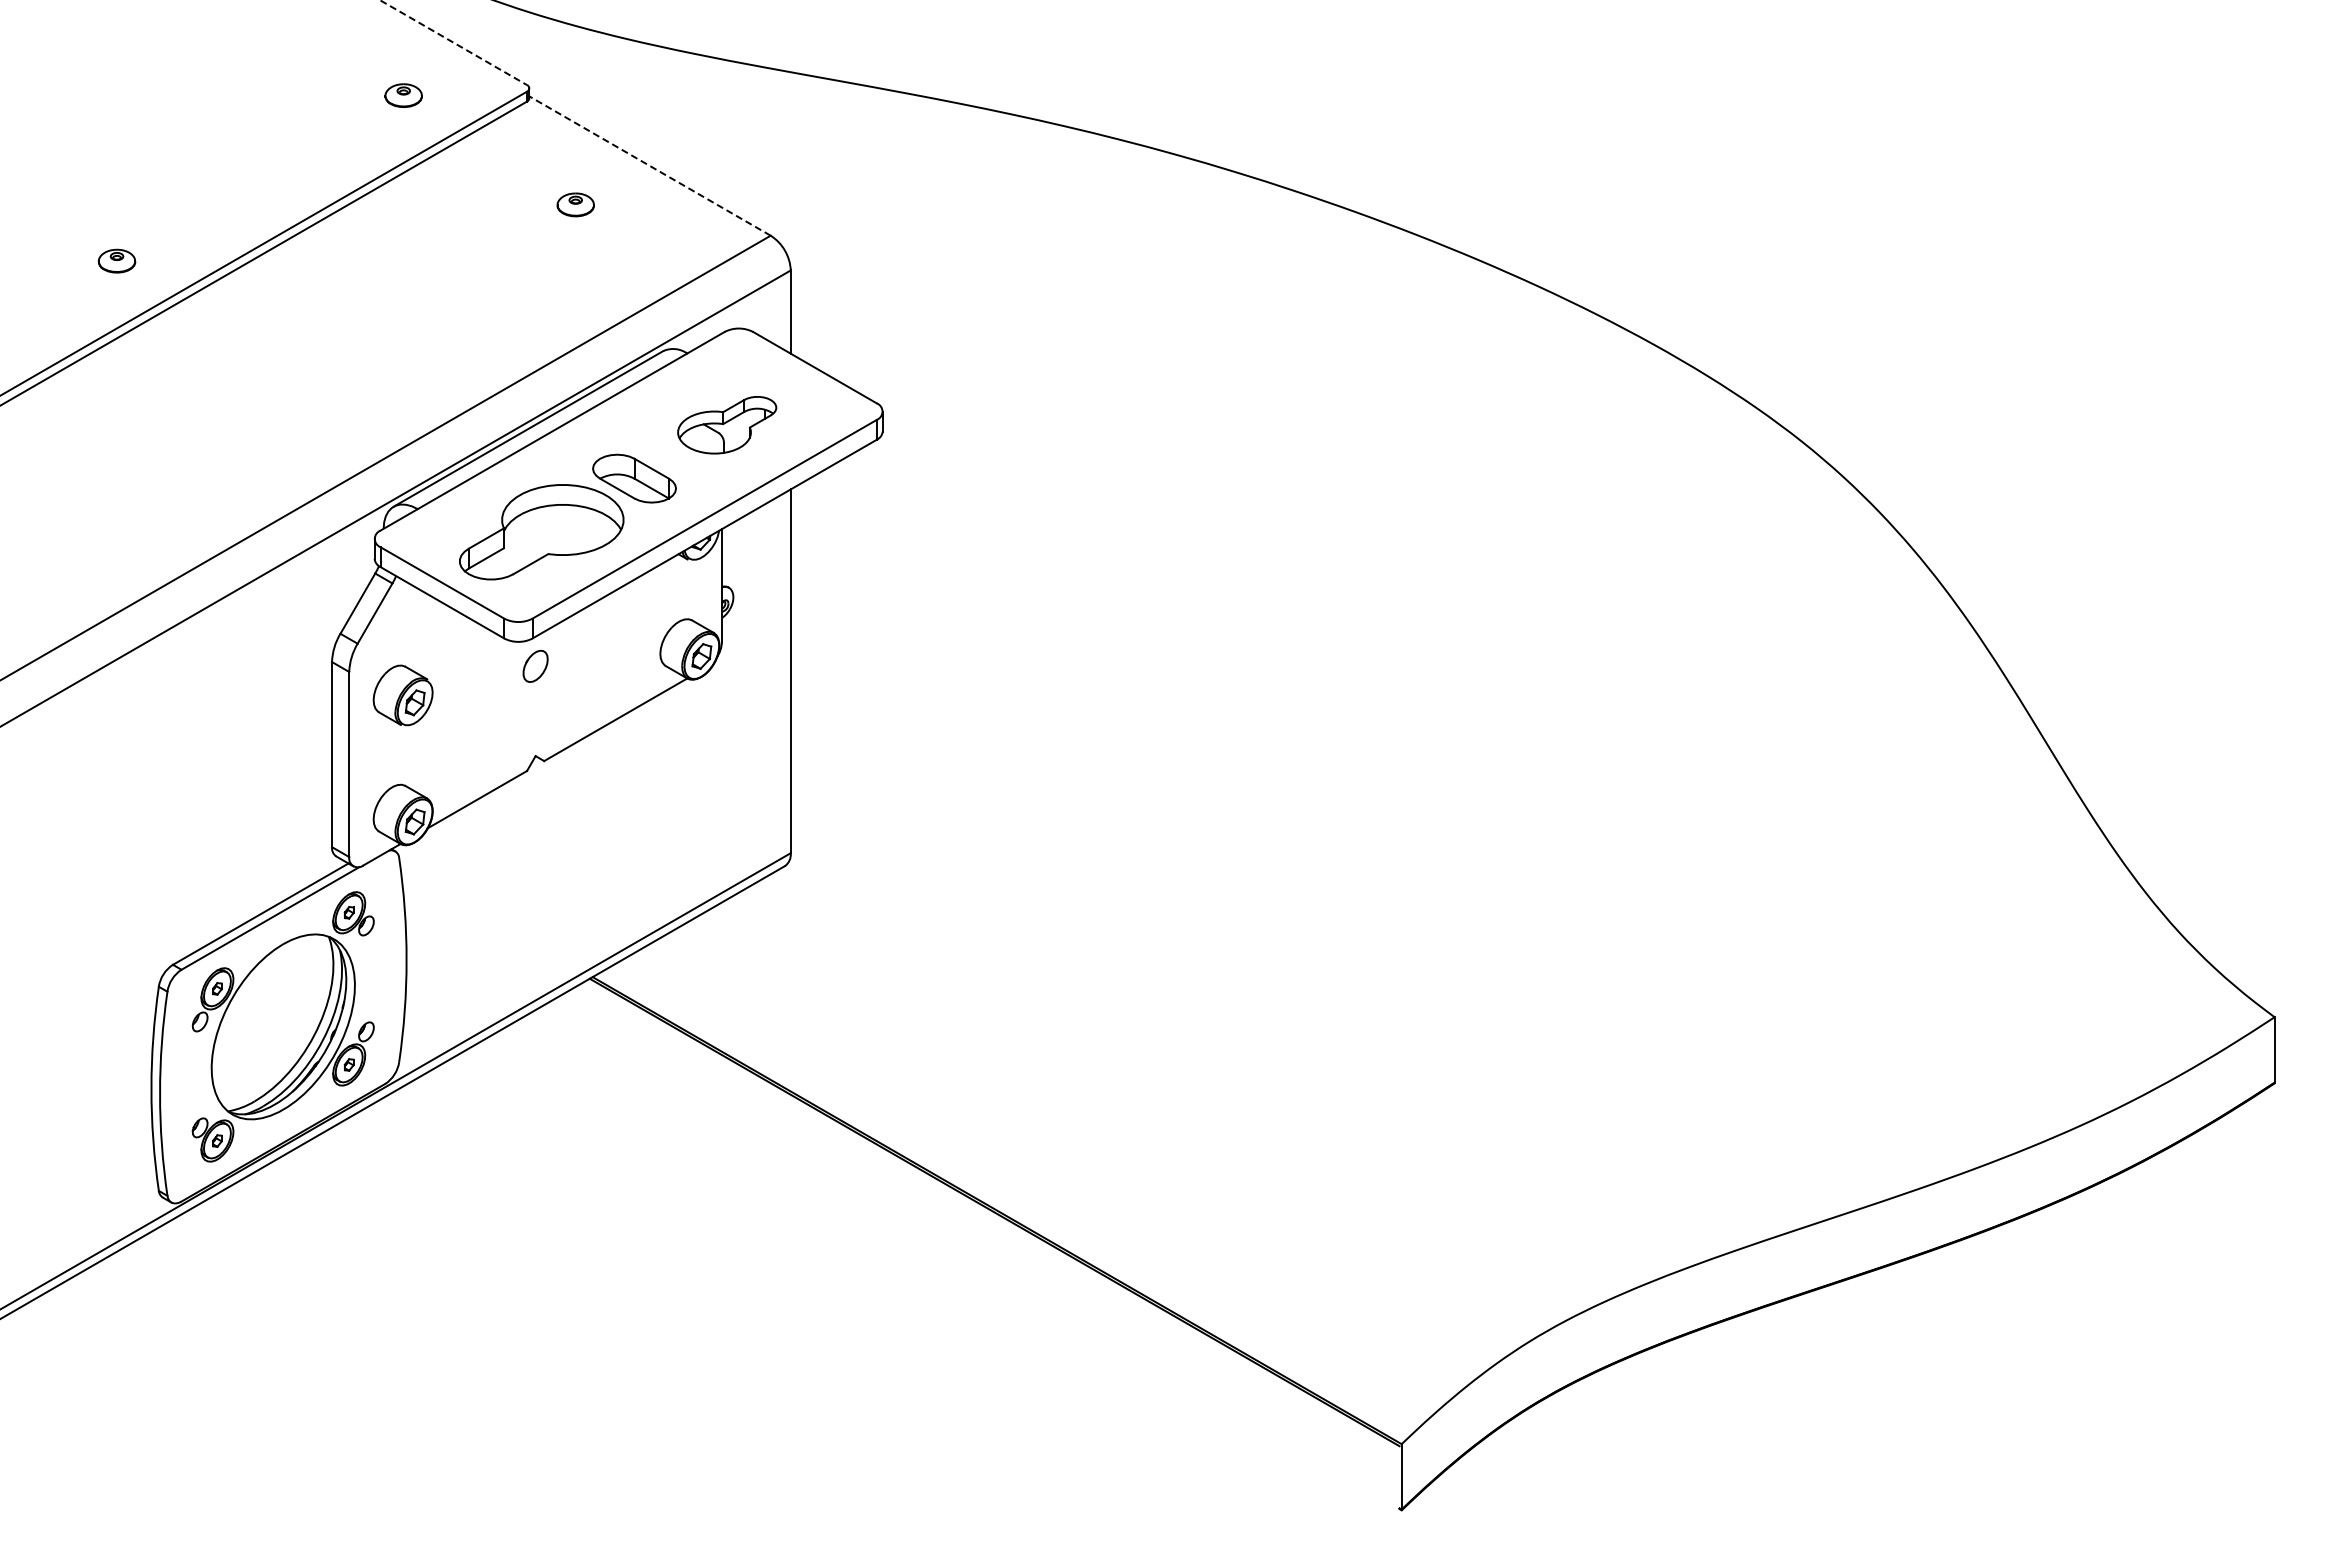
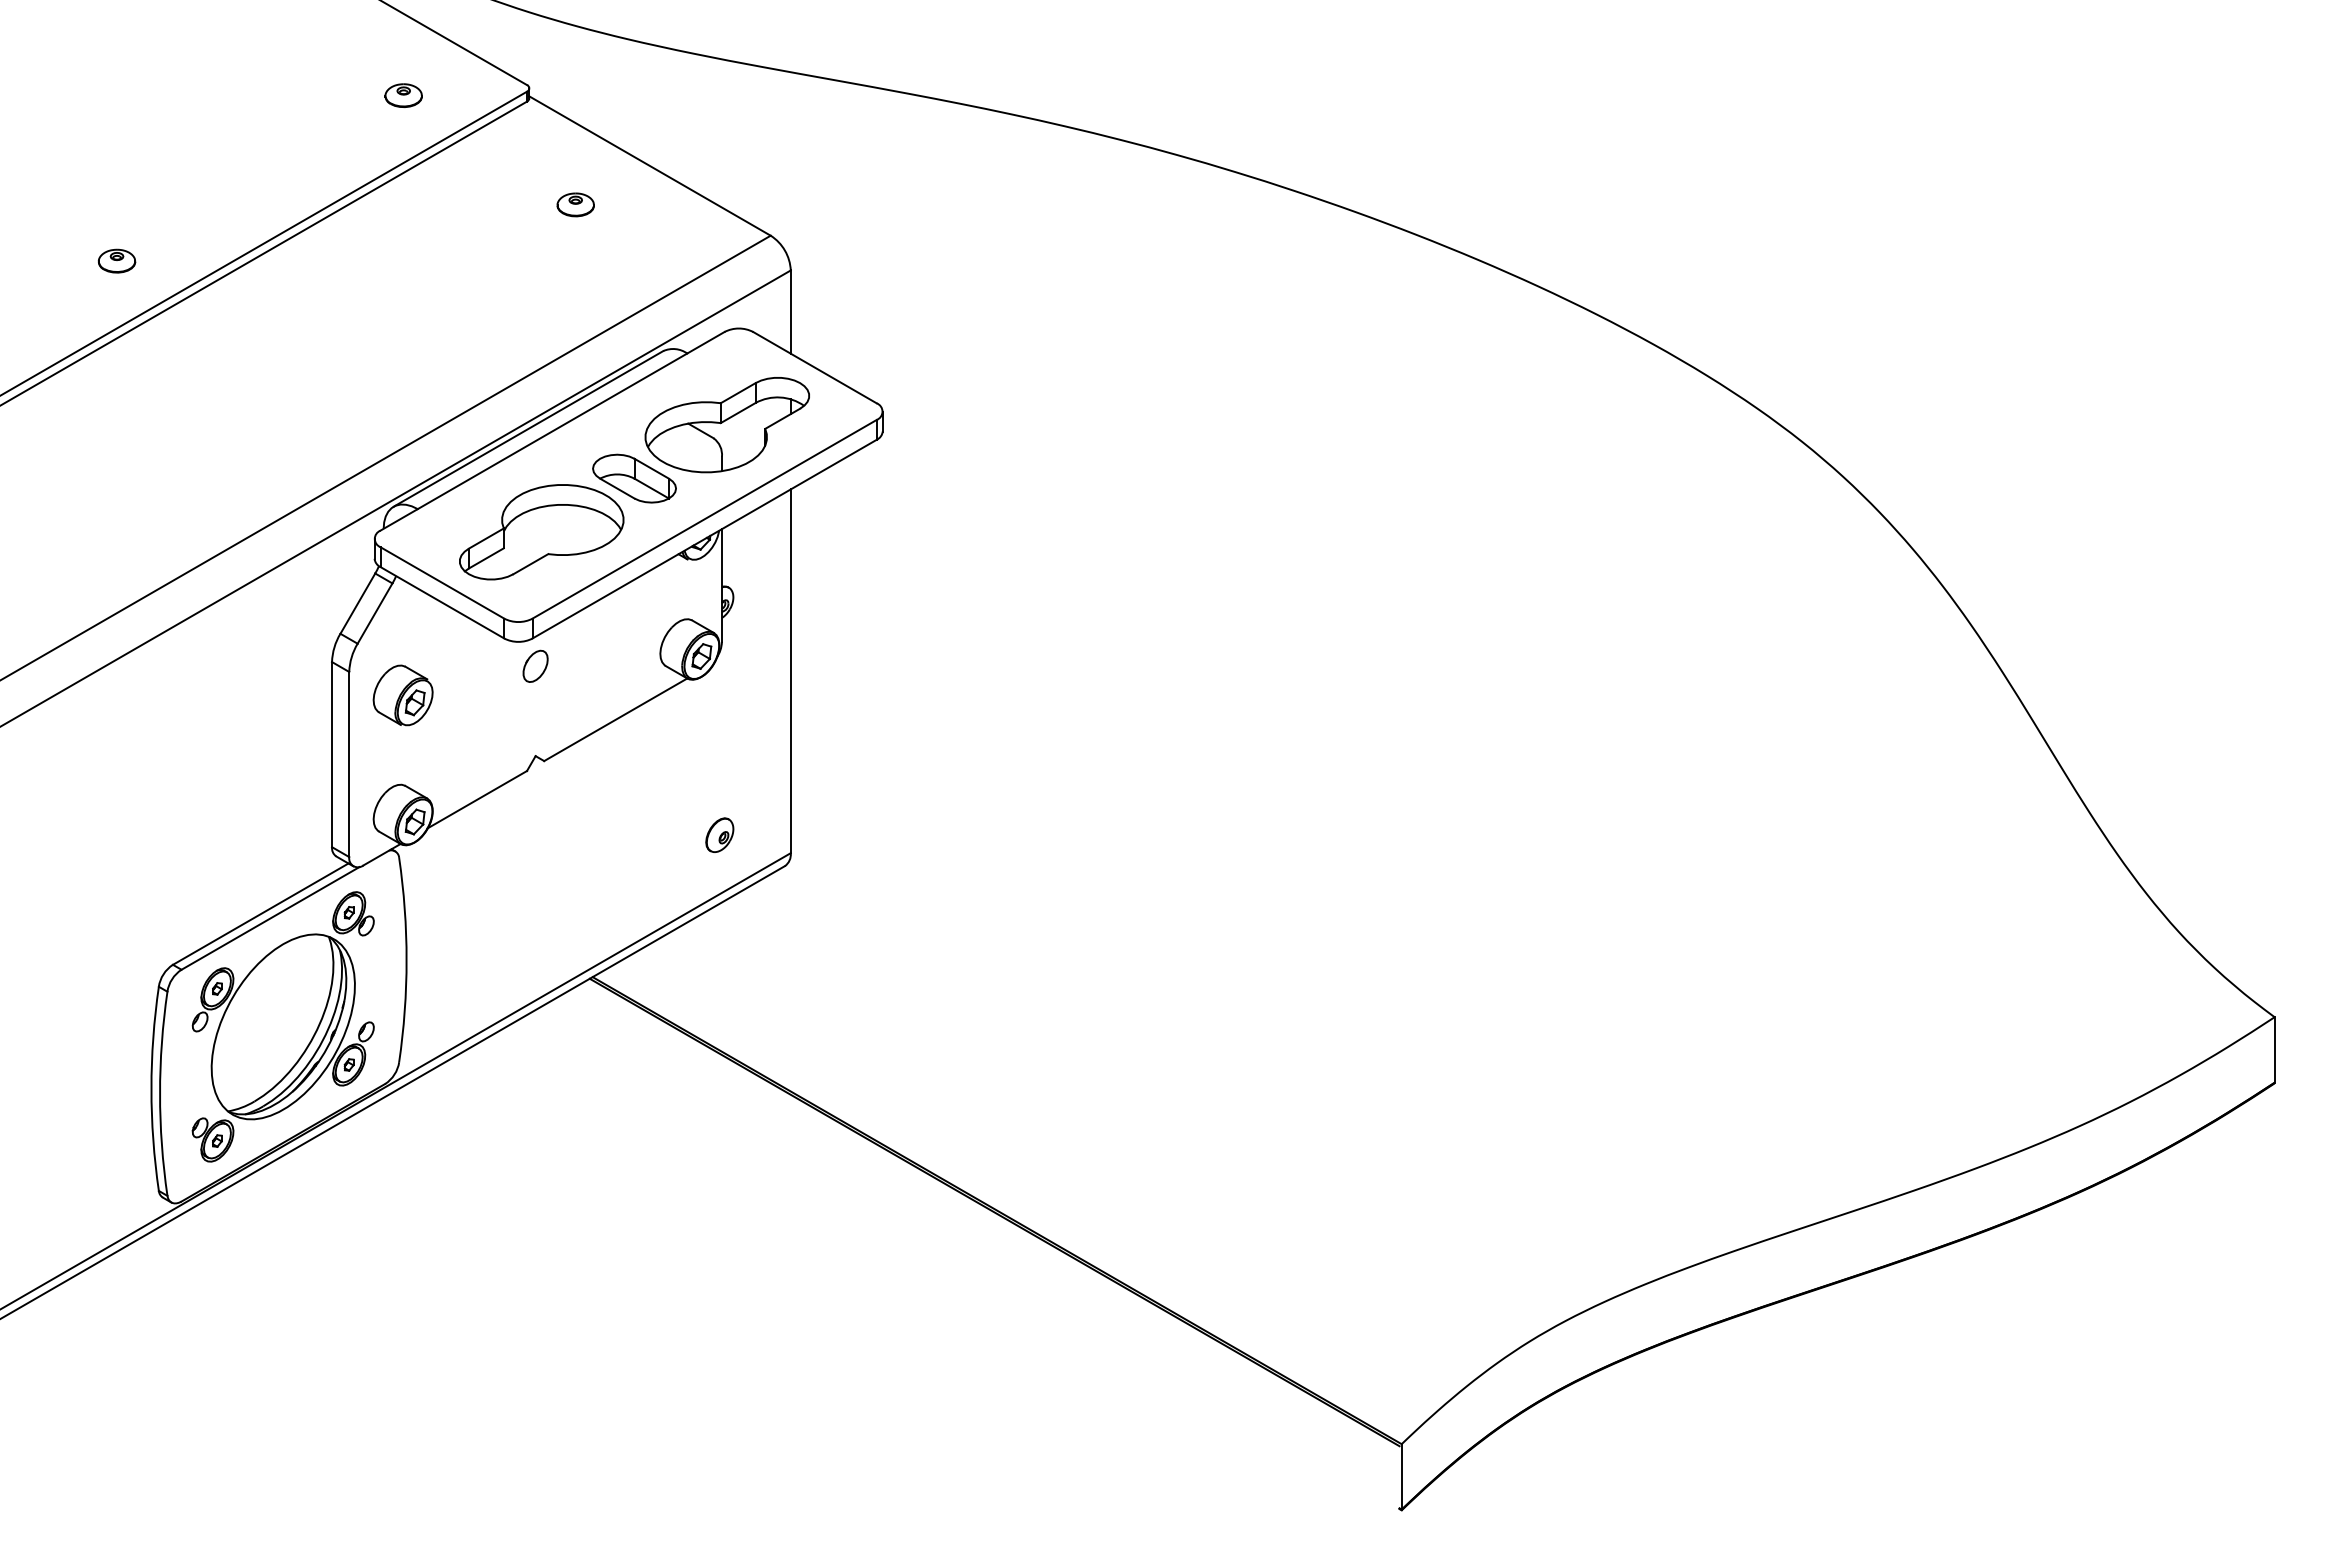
line at (453, 42): dashed -> solid
line at (649, 165): dashed -> solid
part at (727, 425) size: 101x59 px -> 166x97 px
part at (719, 834): none -> present
